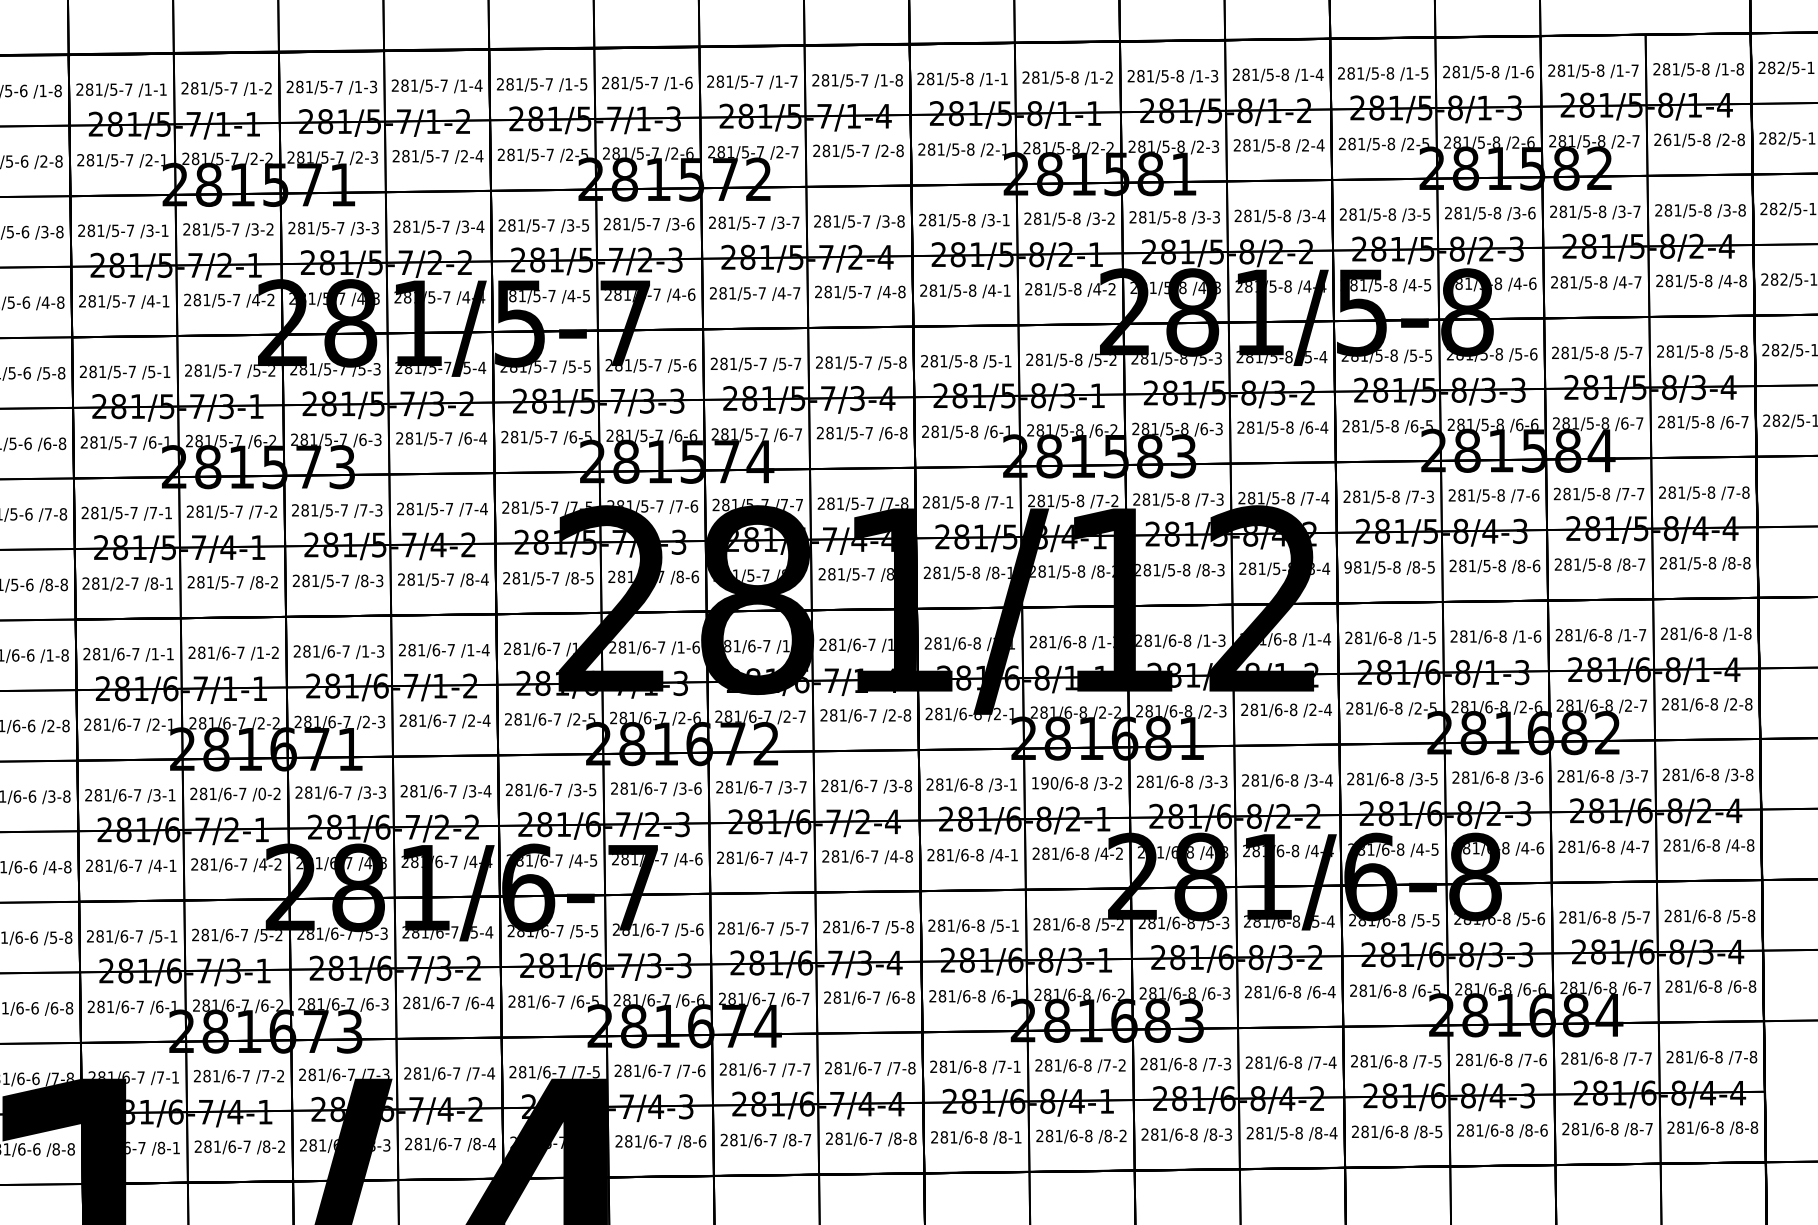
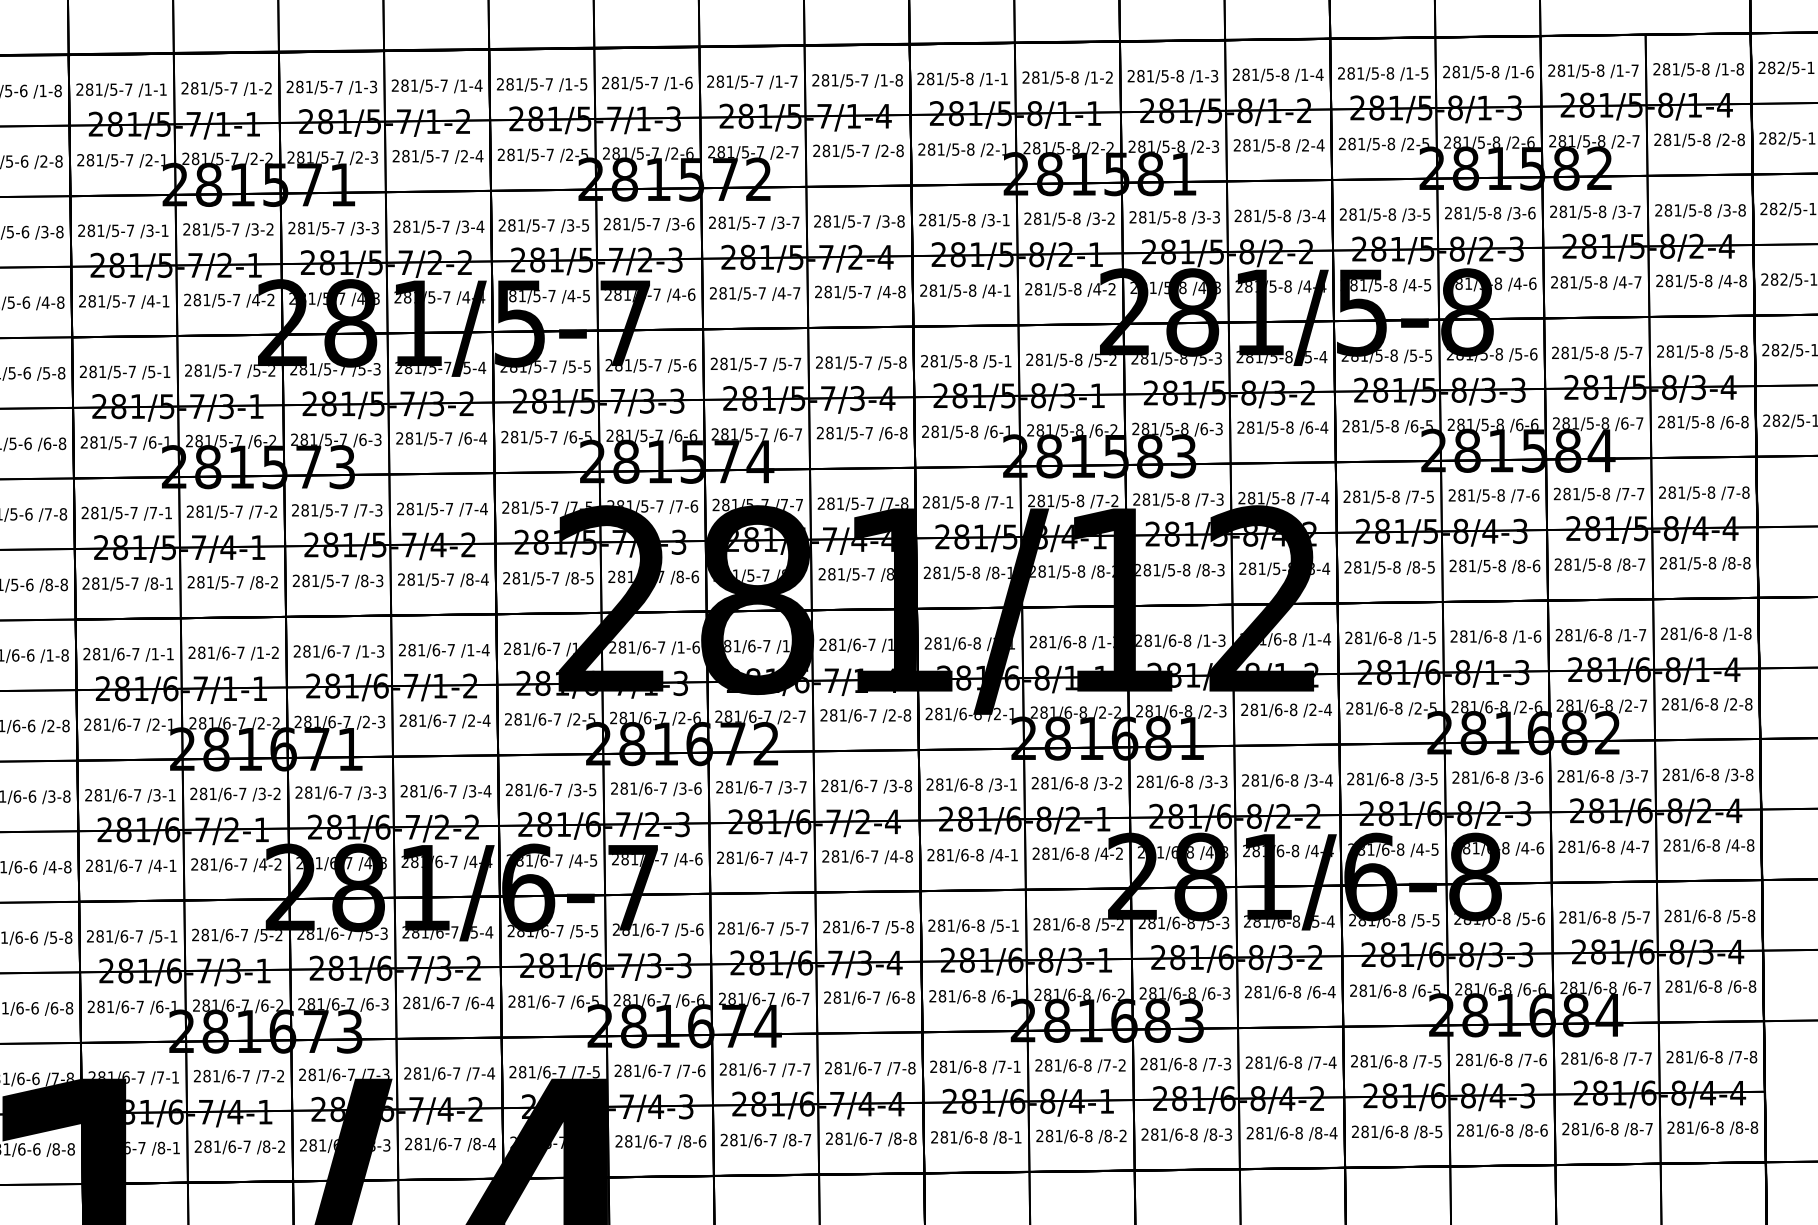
text at (1667, 139): 261/5-8 -> 281/5-8
text at (1744, 421): /6-7 -> /6-8
text at (1430, 496): /7-3 -> /7-5
text at (1347, 567): 981/5-8 -> 281/5-8
text at (119, 583): 281/2-7 -> 281/5-7
text at (1044, 783): 190/6-8 -> 281/6-8
text at (261, 793): /0-2 -> /3-2
text at (1283, 1133): 281/5-8 -> 281/6-8
